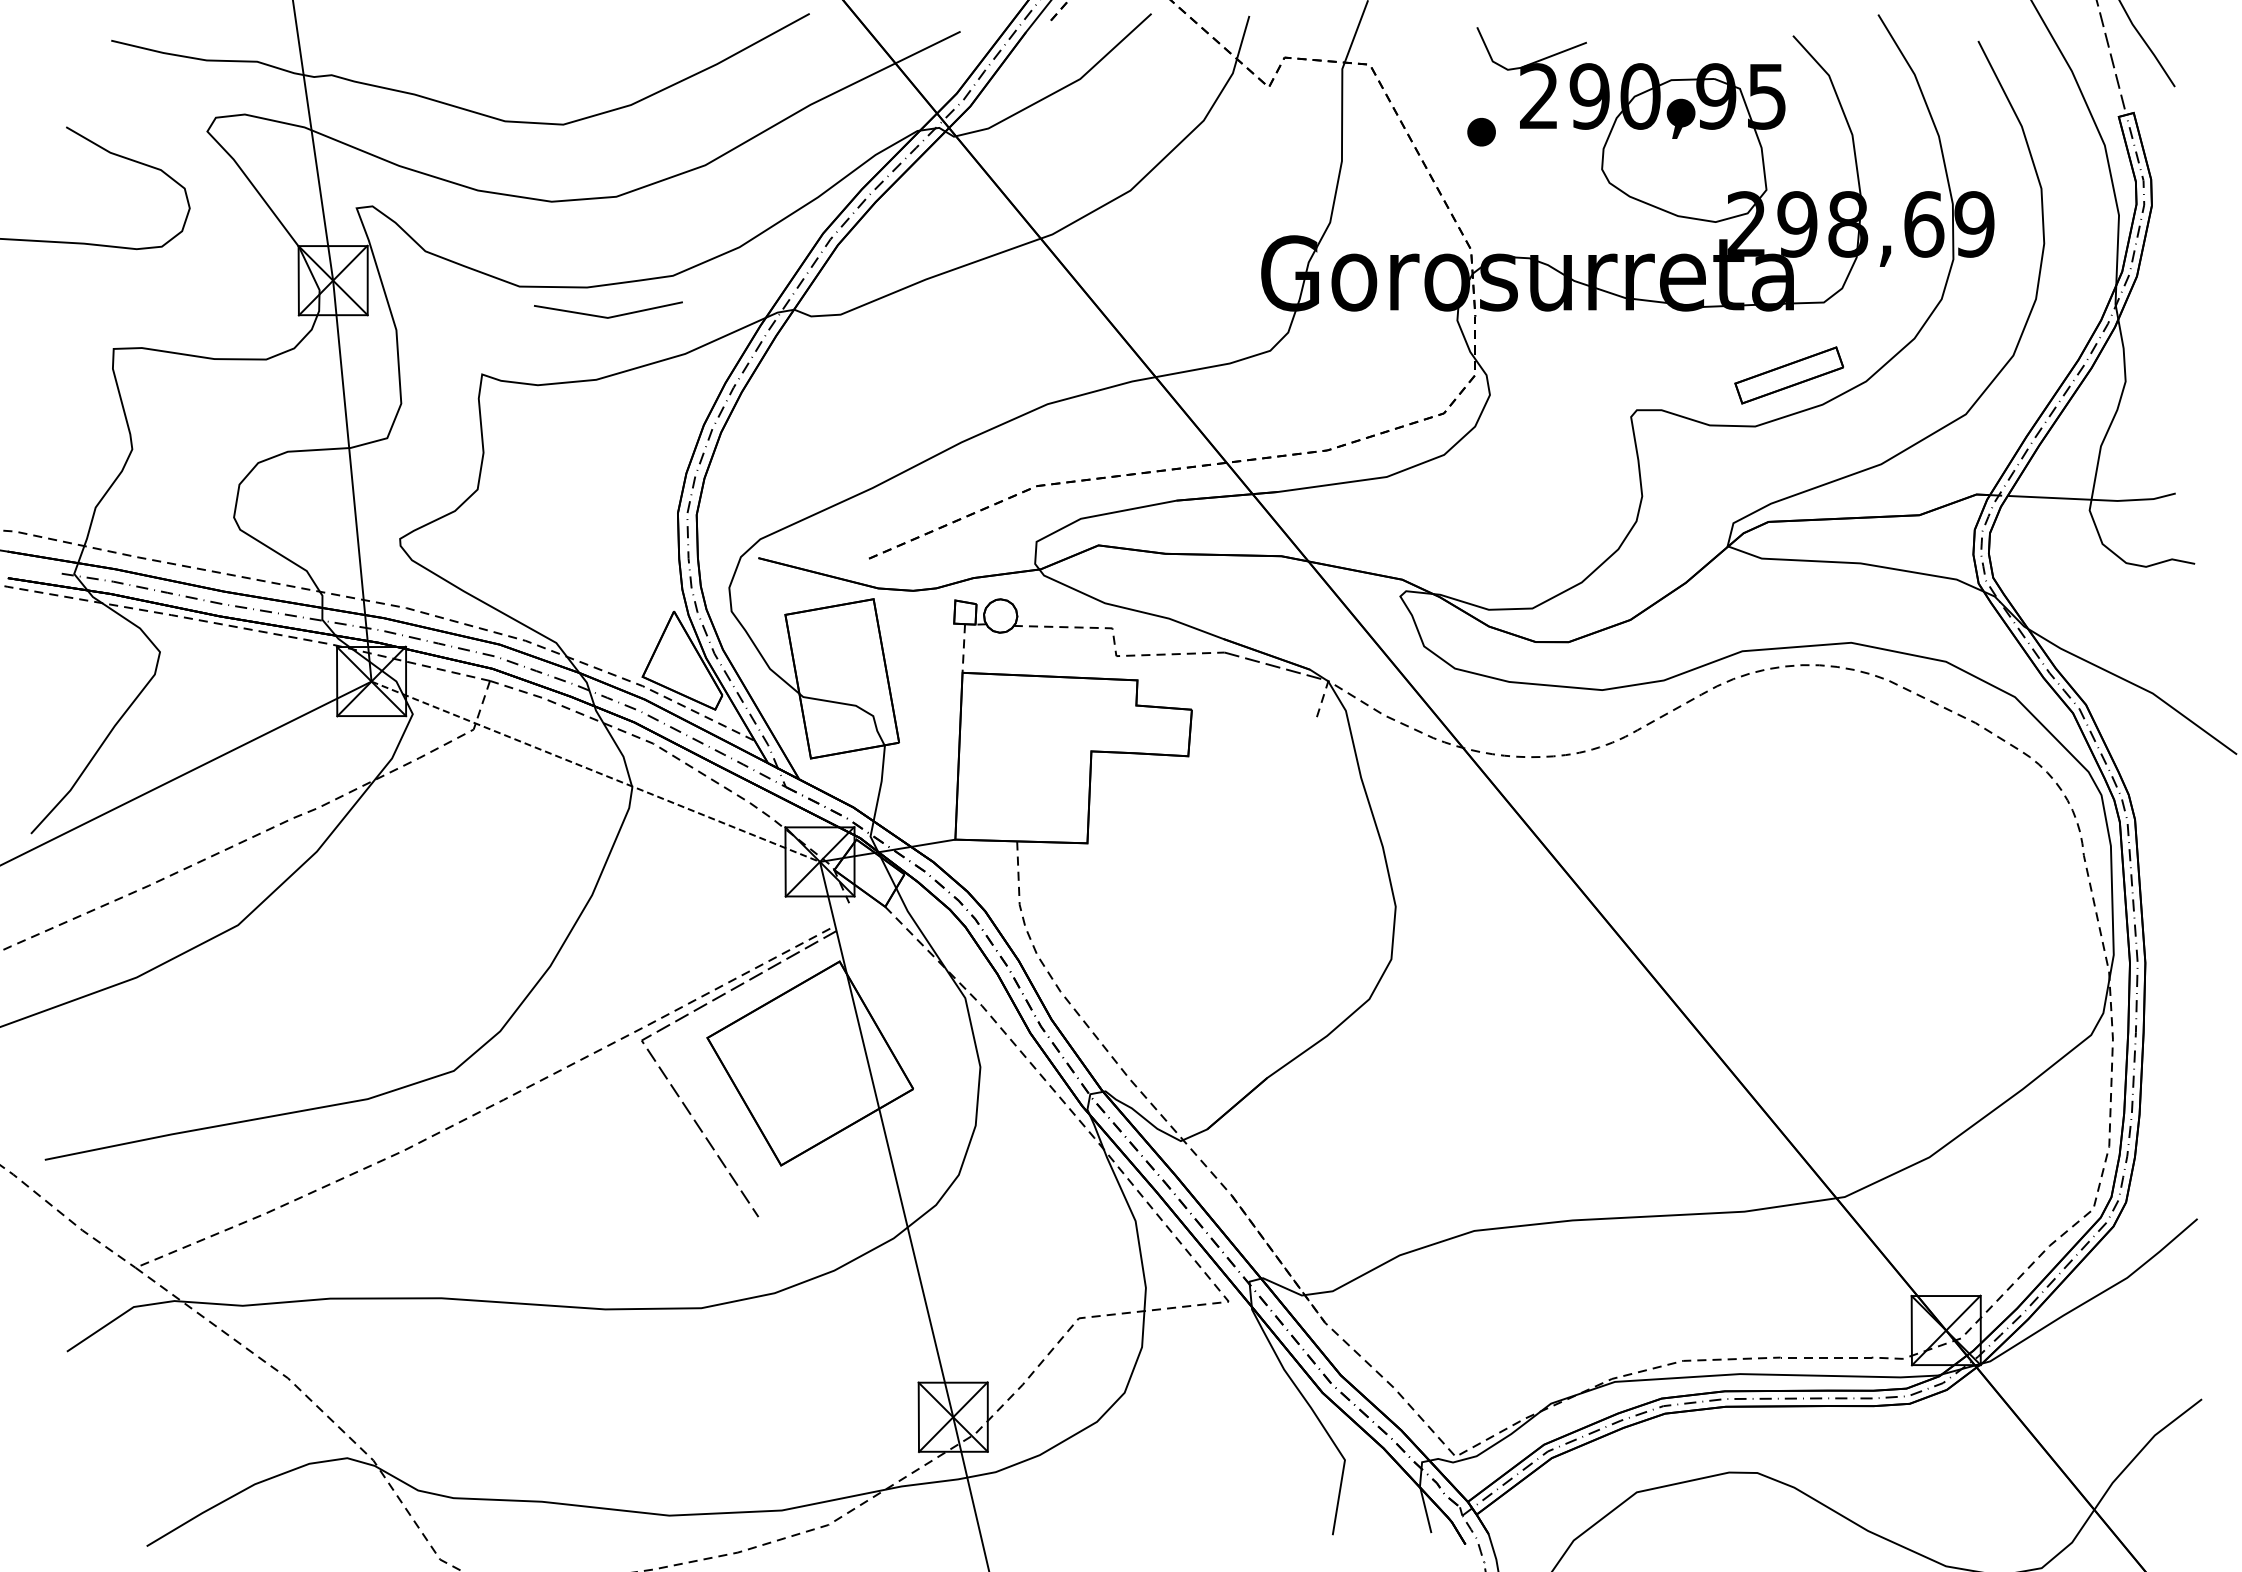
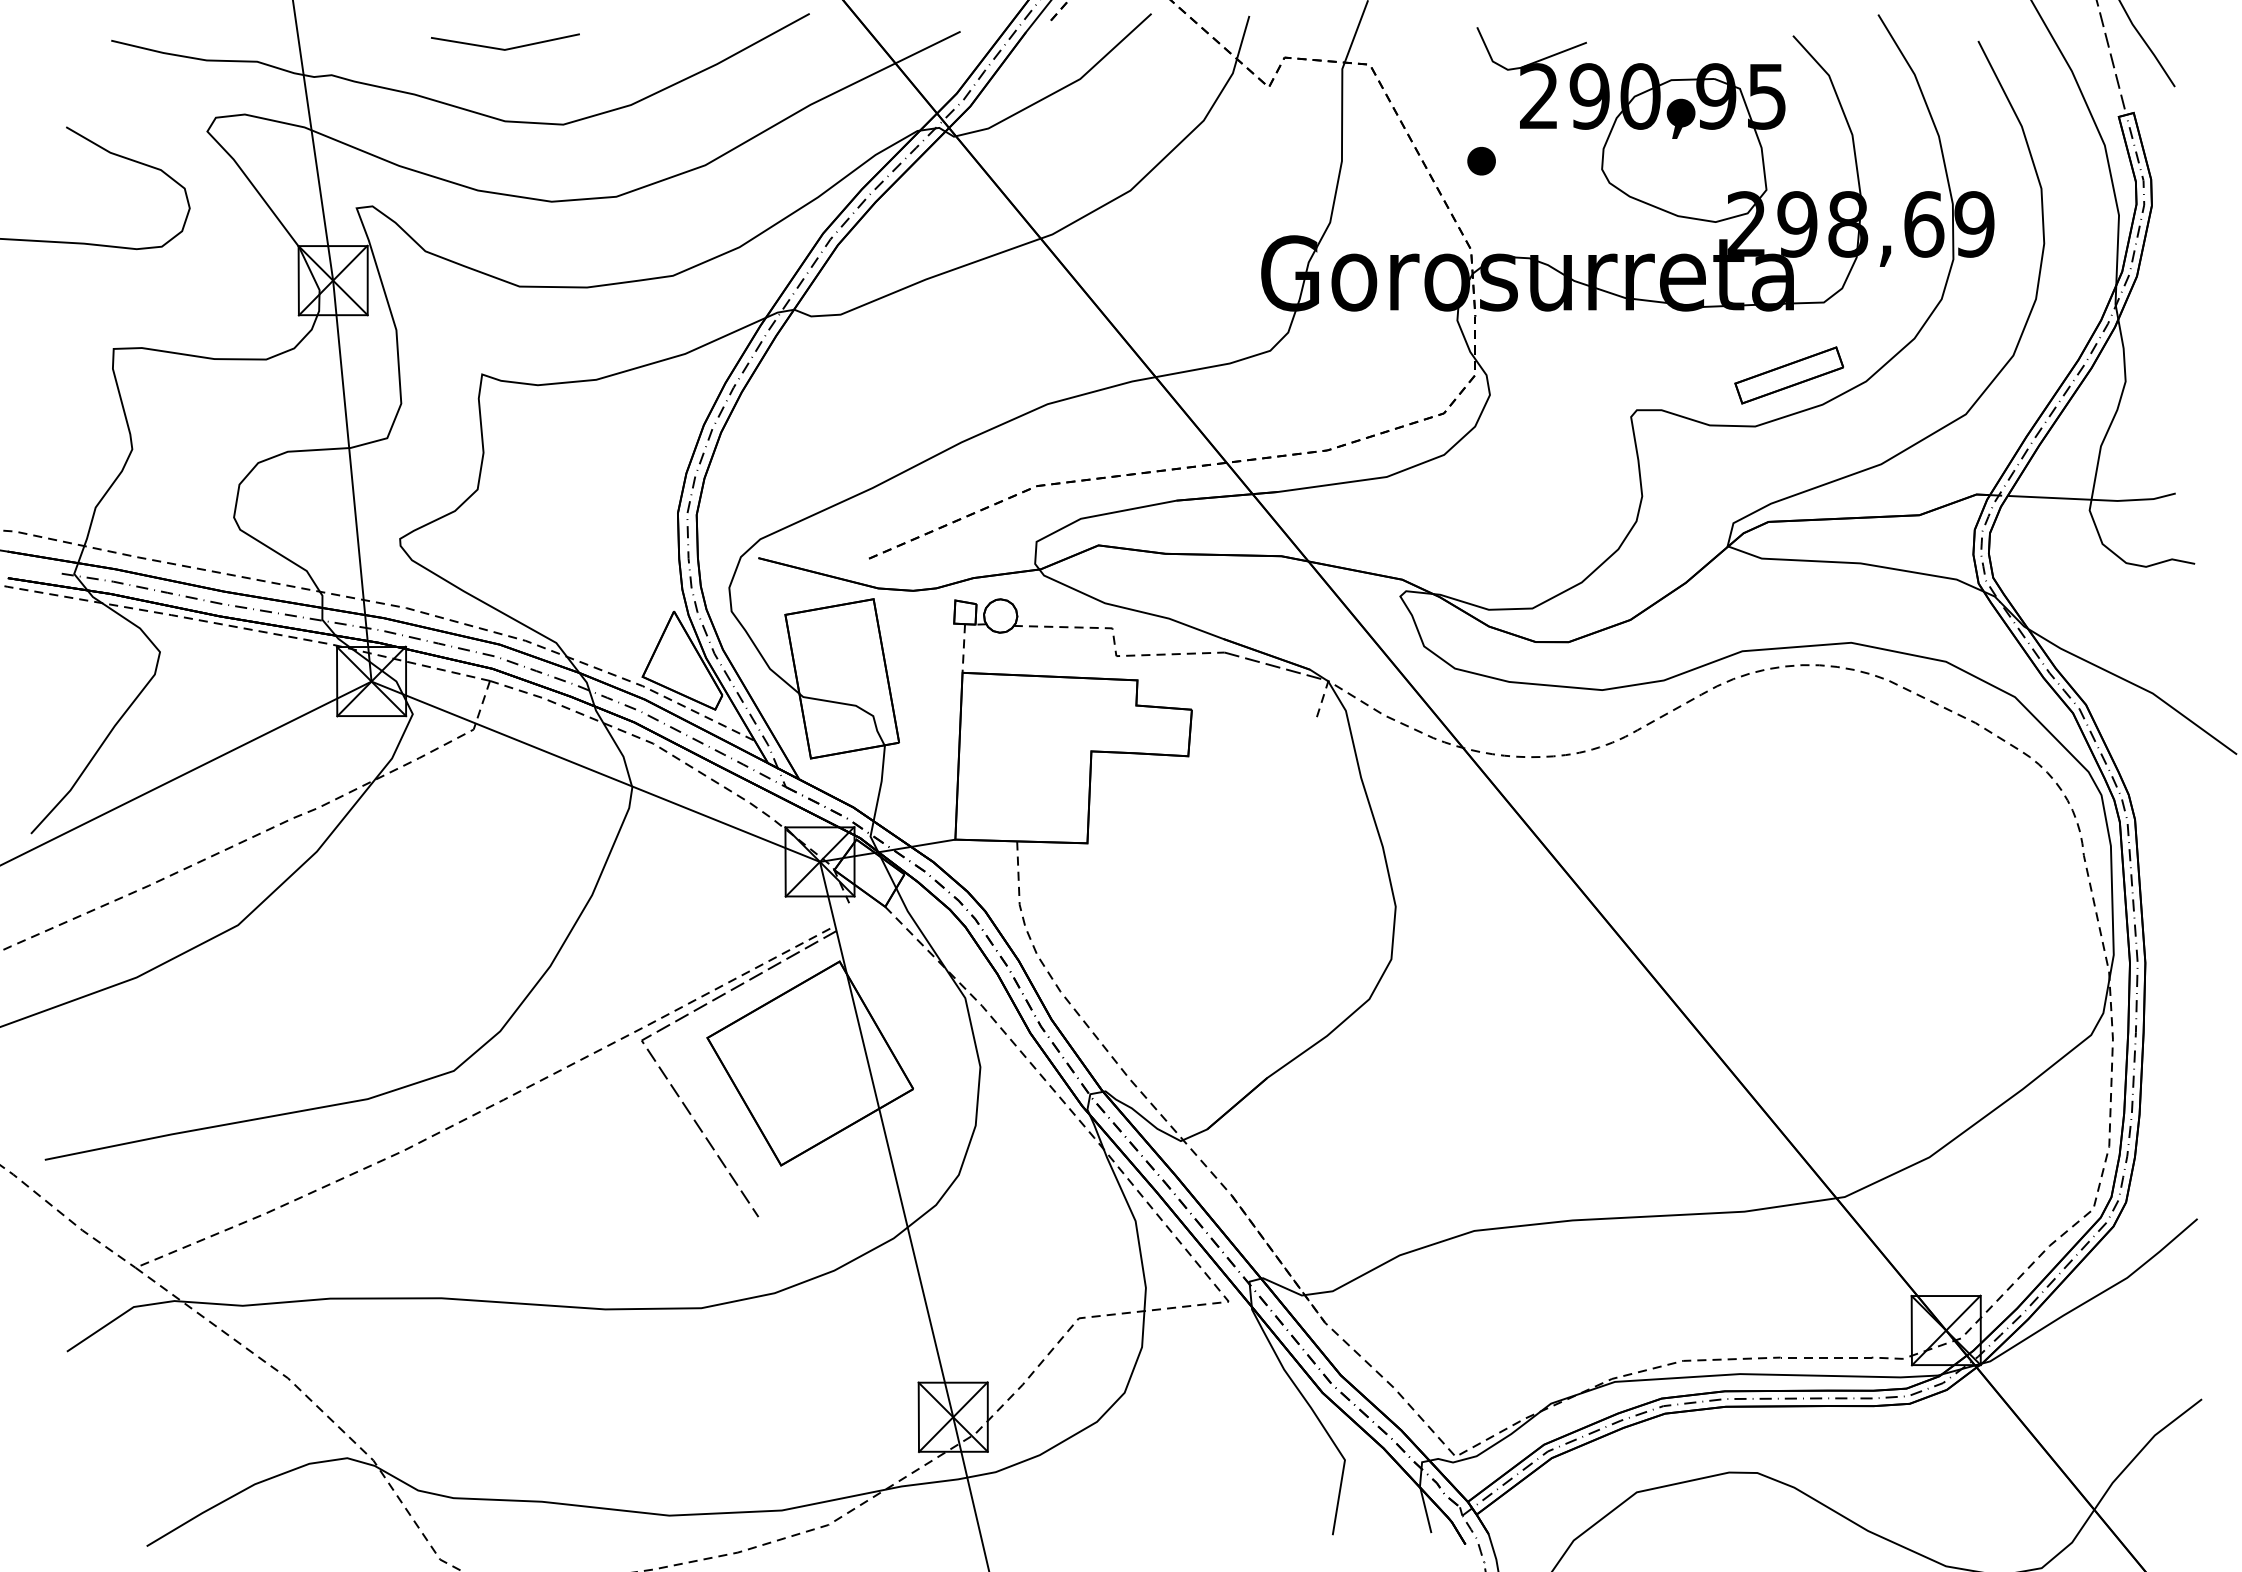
part at (1481, 132) position: (1481, 132) -> (1481, 161)
line at (608, 316) position: (608, 316) -> (505, 48)
line at (595, 771): dashed -> solid
